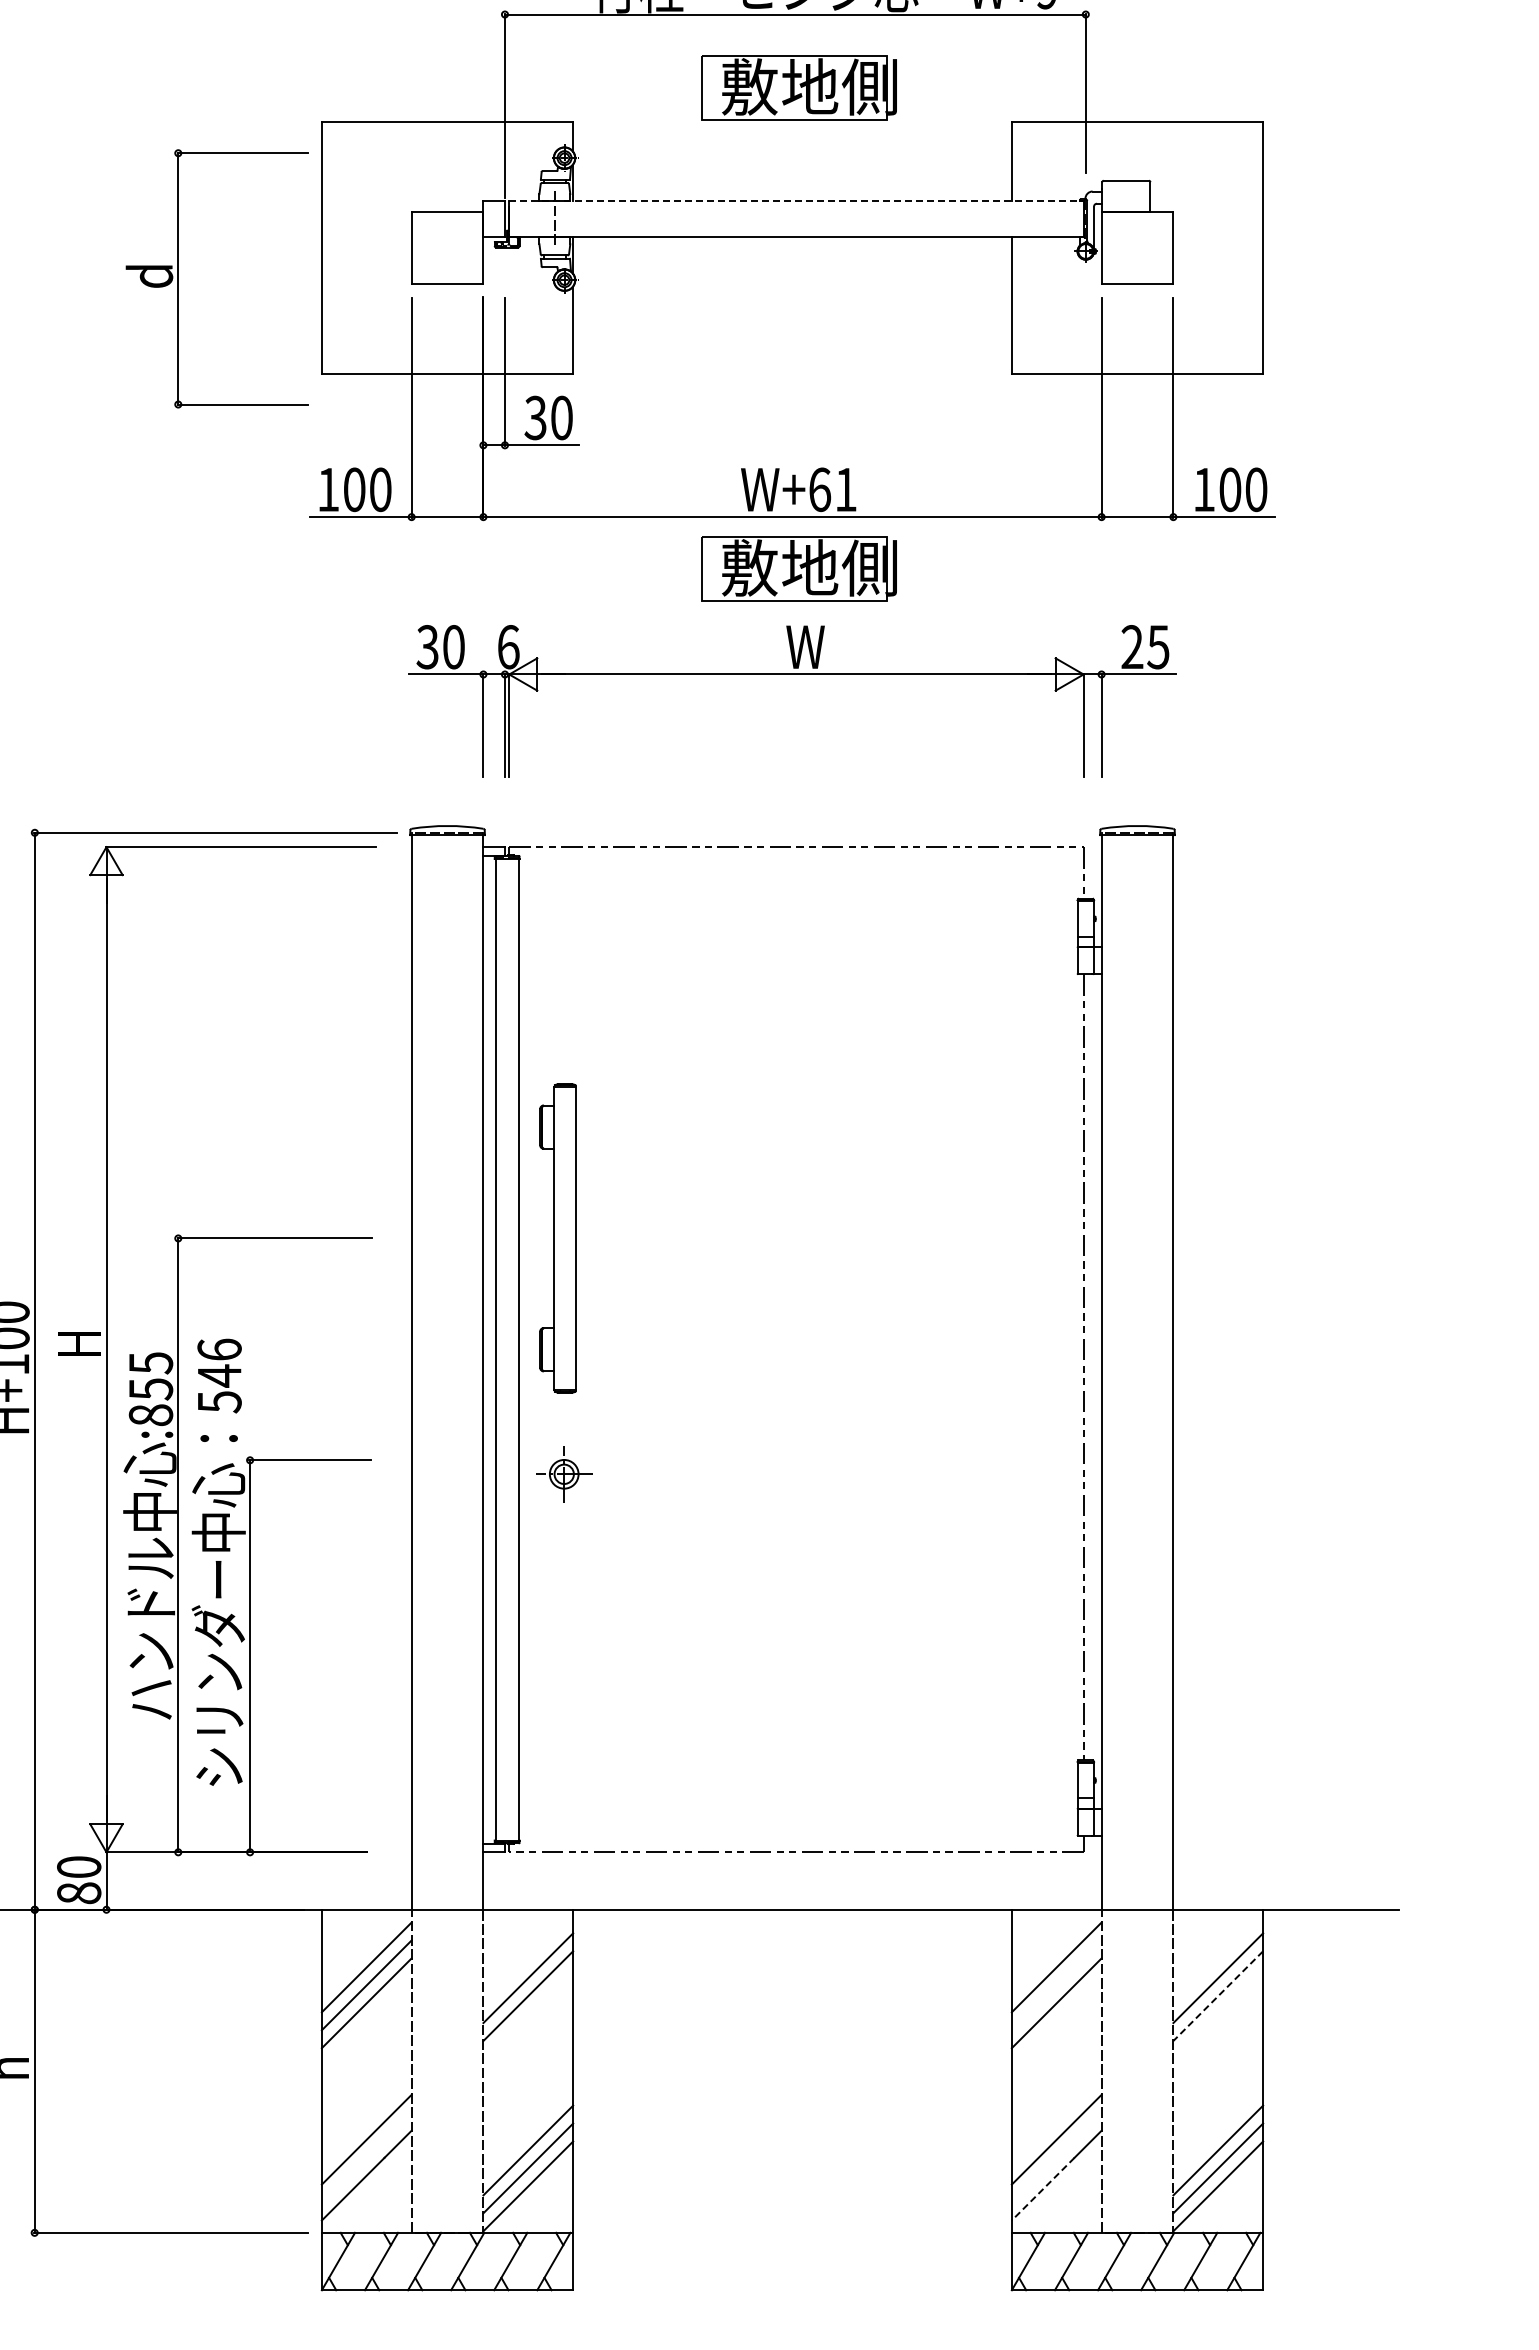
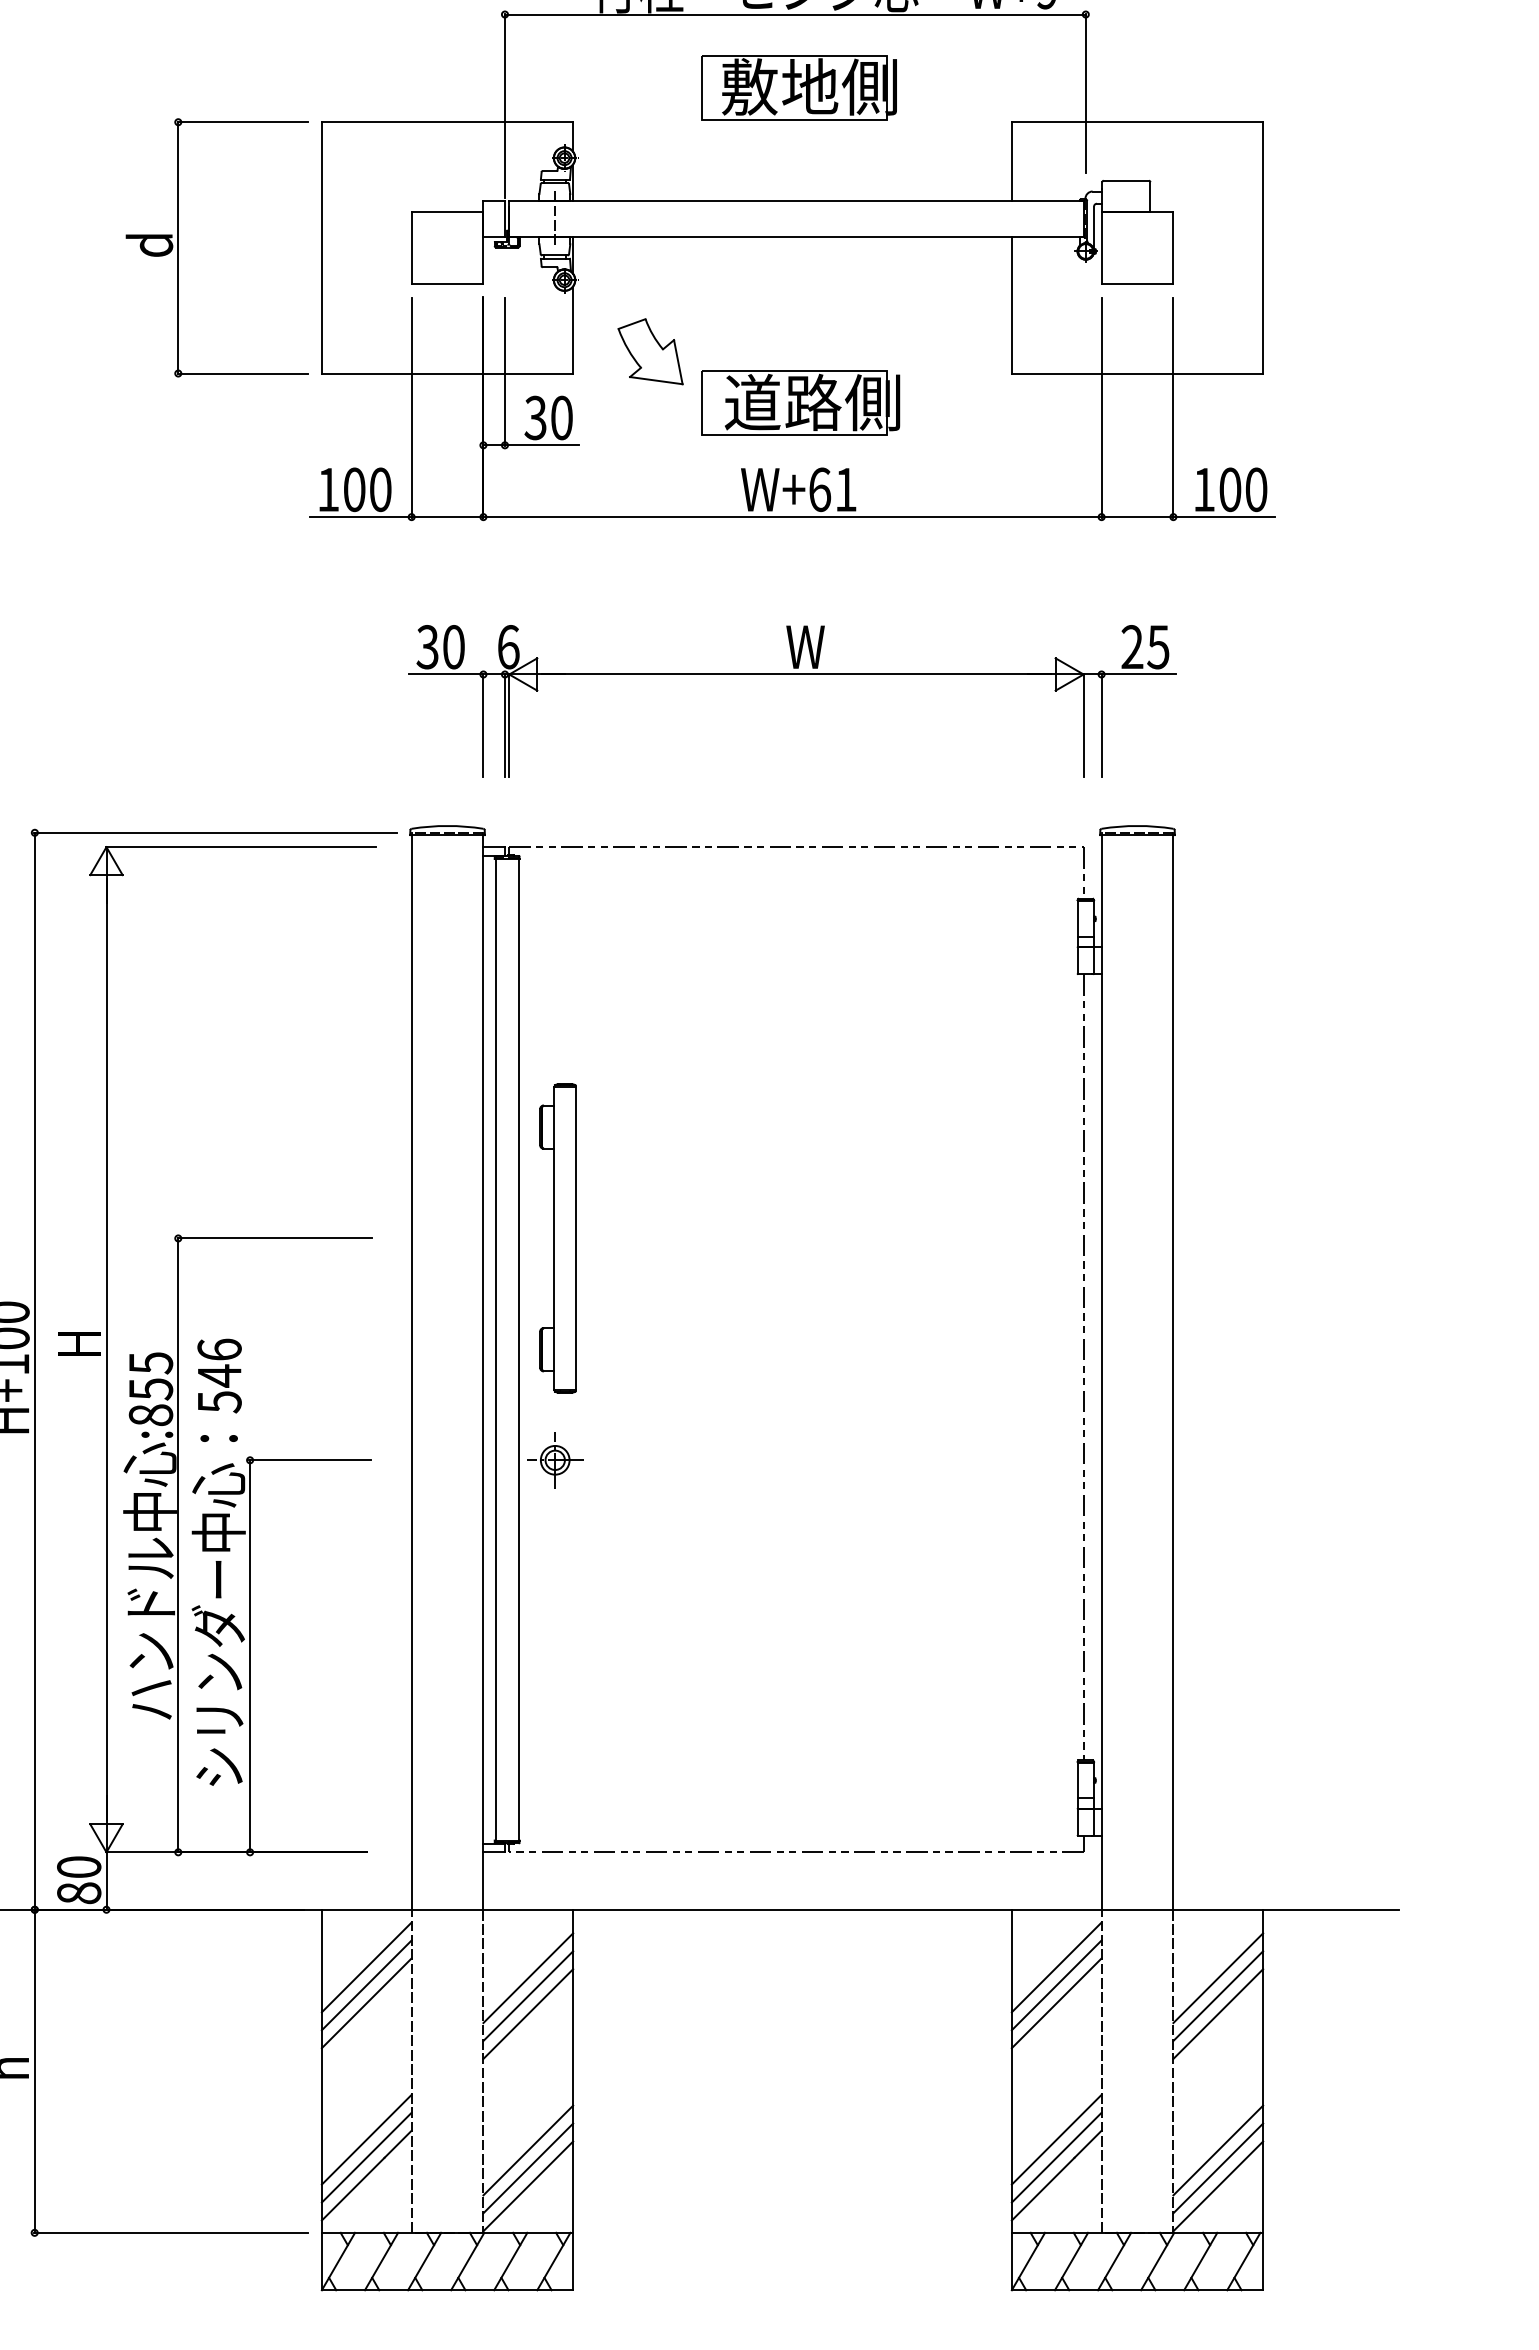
line at (796, 201): dashed -> solid
part at (178, 278) position: (178, 278) -> (178, 247)
part at (650, 351): none -> present
part at (800, 402): none -> present
part at (798, 568): present -> none
part at (564, 1474) position: (564, 1474) -> (555, 1460)
line at (1056, 1985): none -> present
line at (1217, 1996): dashed -> solid
line at (528, 2013): none -> present
line at (1218, 2013): none -> present
line at (366, 2157): none -> present
line at (1056, 2157): none -> present
line at (1042, 2189): dashed -> solid
